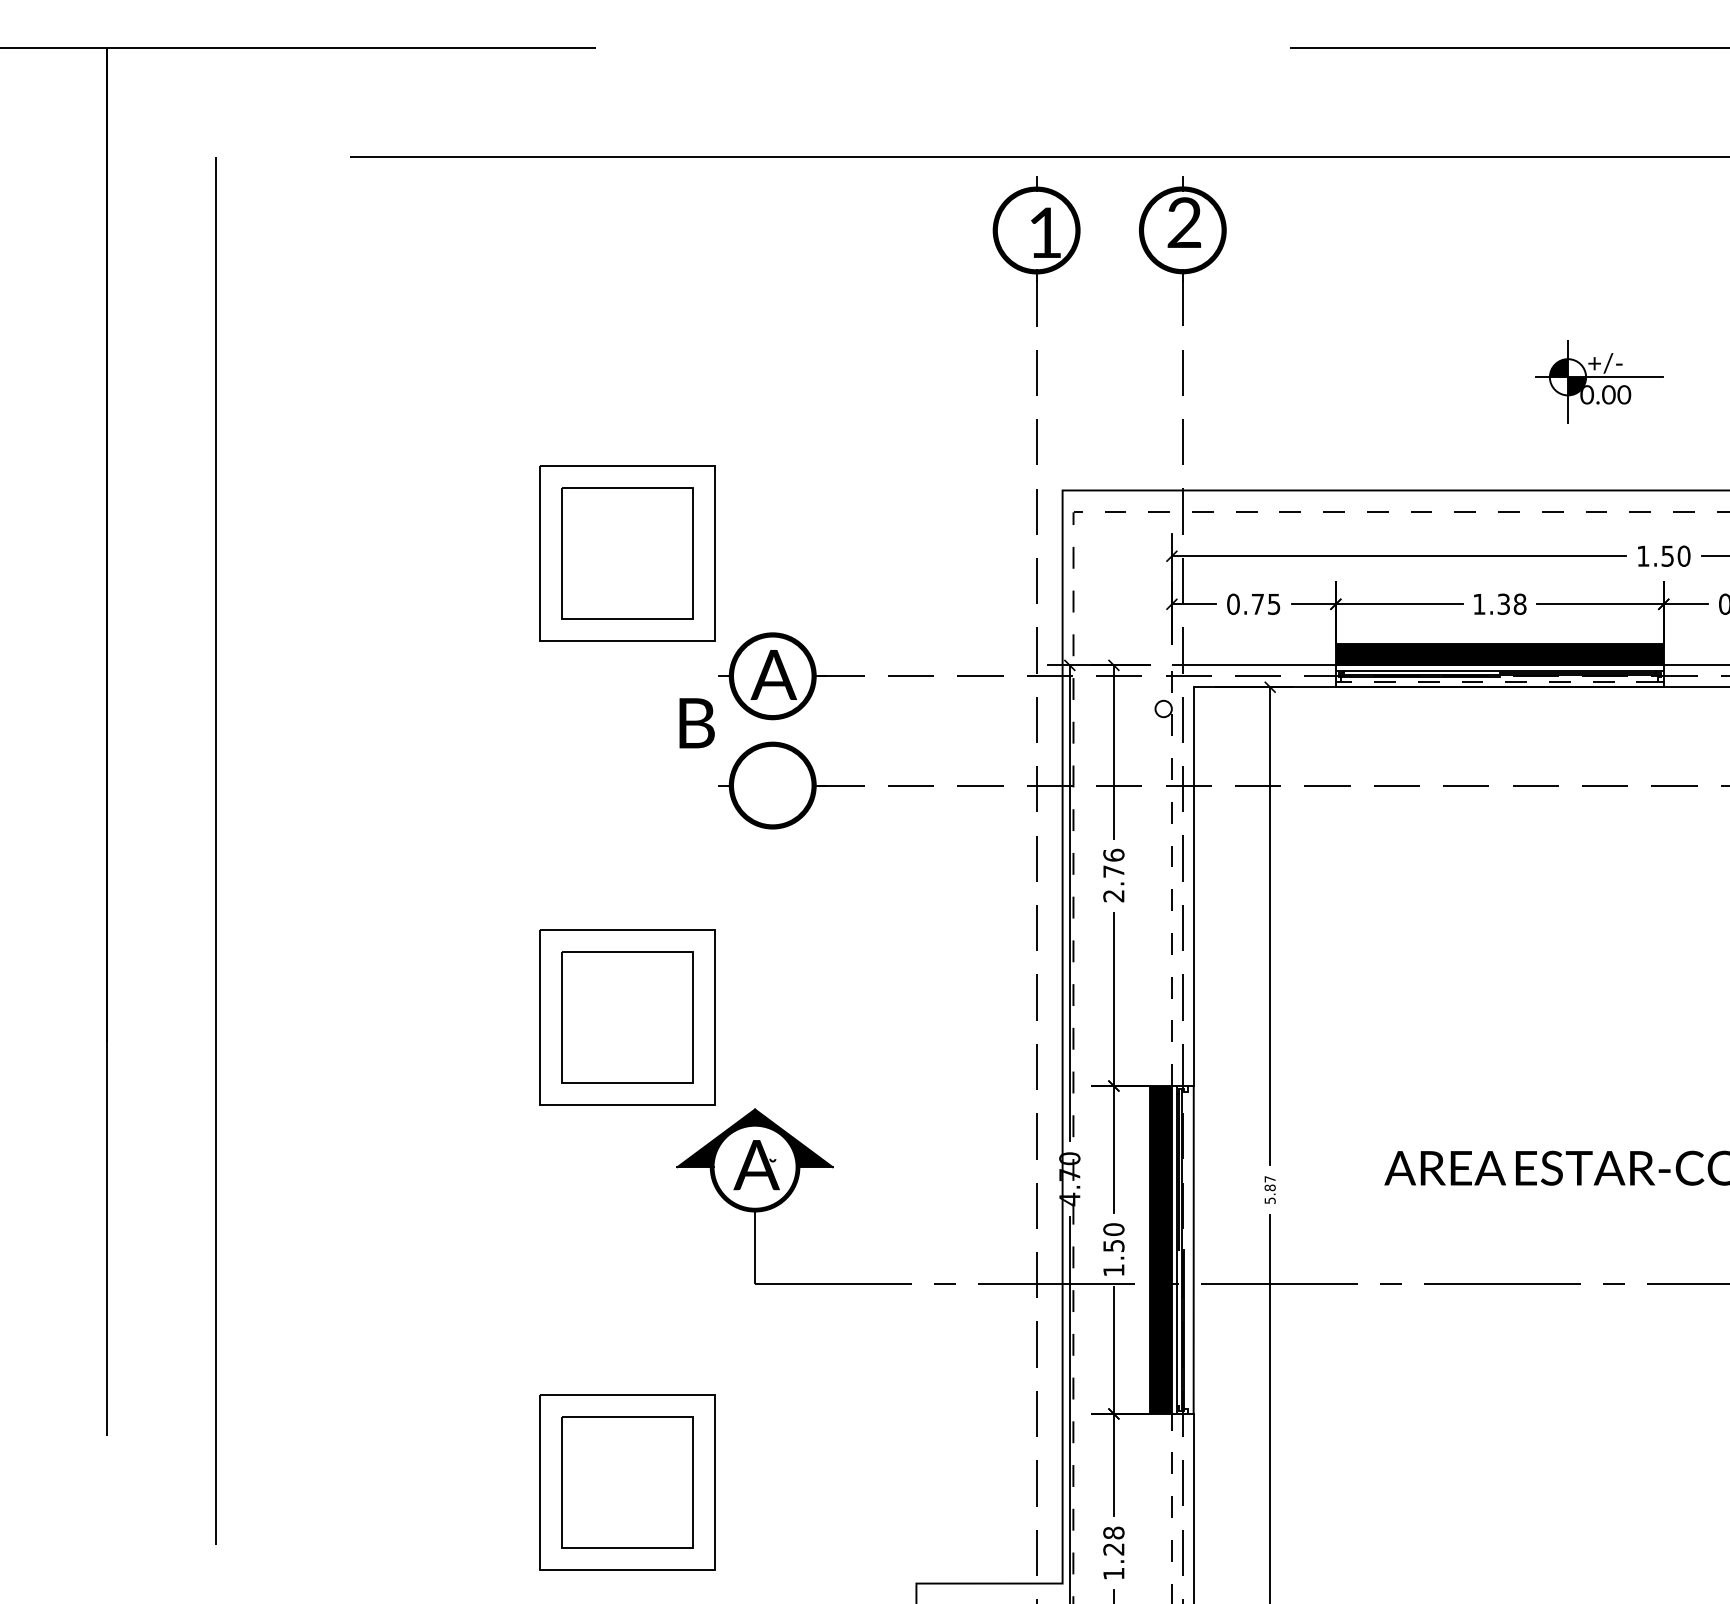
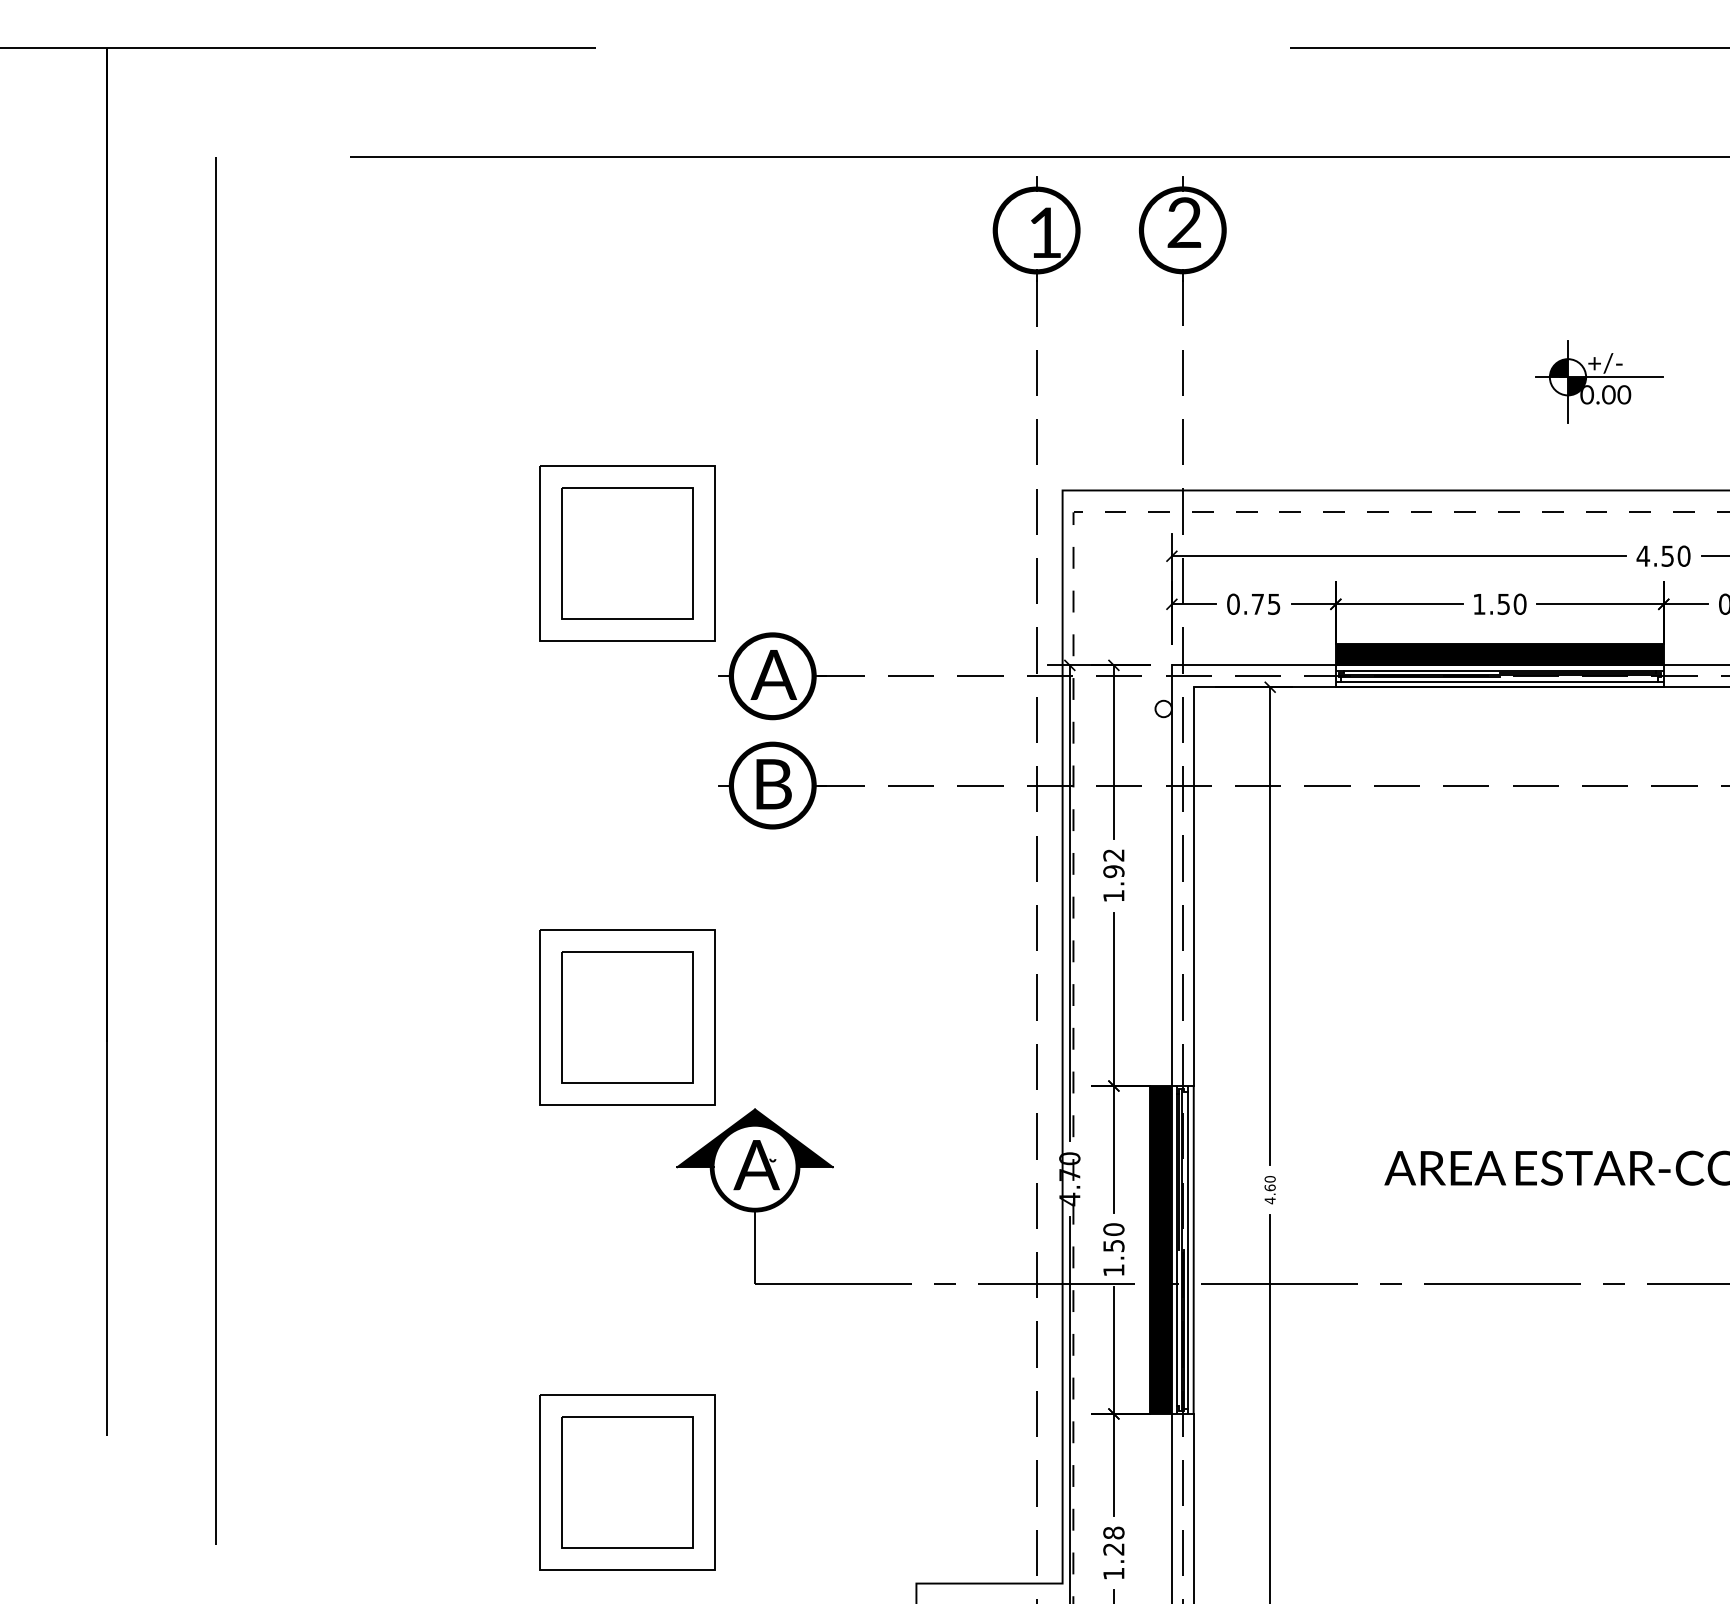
text at (1643, 555): 1.50 -> 4.50
text at (1512, 603): 1.38 -> 1.50
line at (1499, 681): dashed -> solid
text at (696, 723) position: (696, 723) -> (773, 784)
text at (1113, 875): 2.76 -> 1.92
line at (1171, 875): dashed -> solid
text at (1269, 1190): 5.87 -> 4.60
line at (1188, 1249): none -> present
line at (1171, 1508): dashed -> solid
